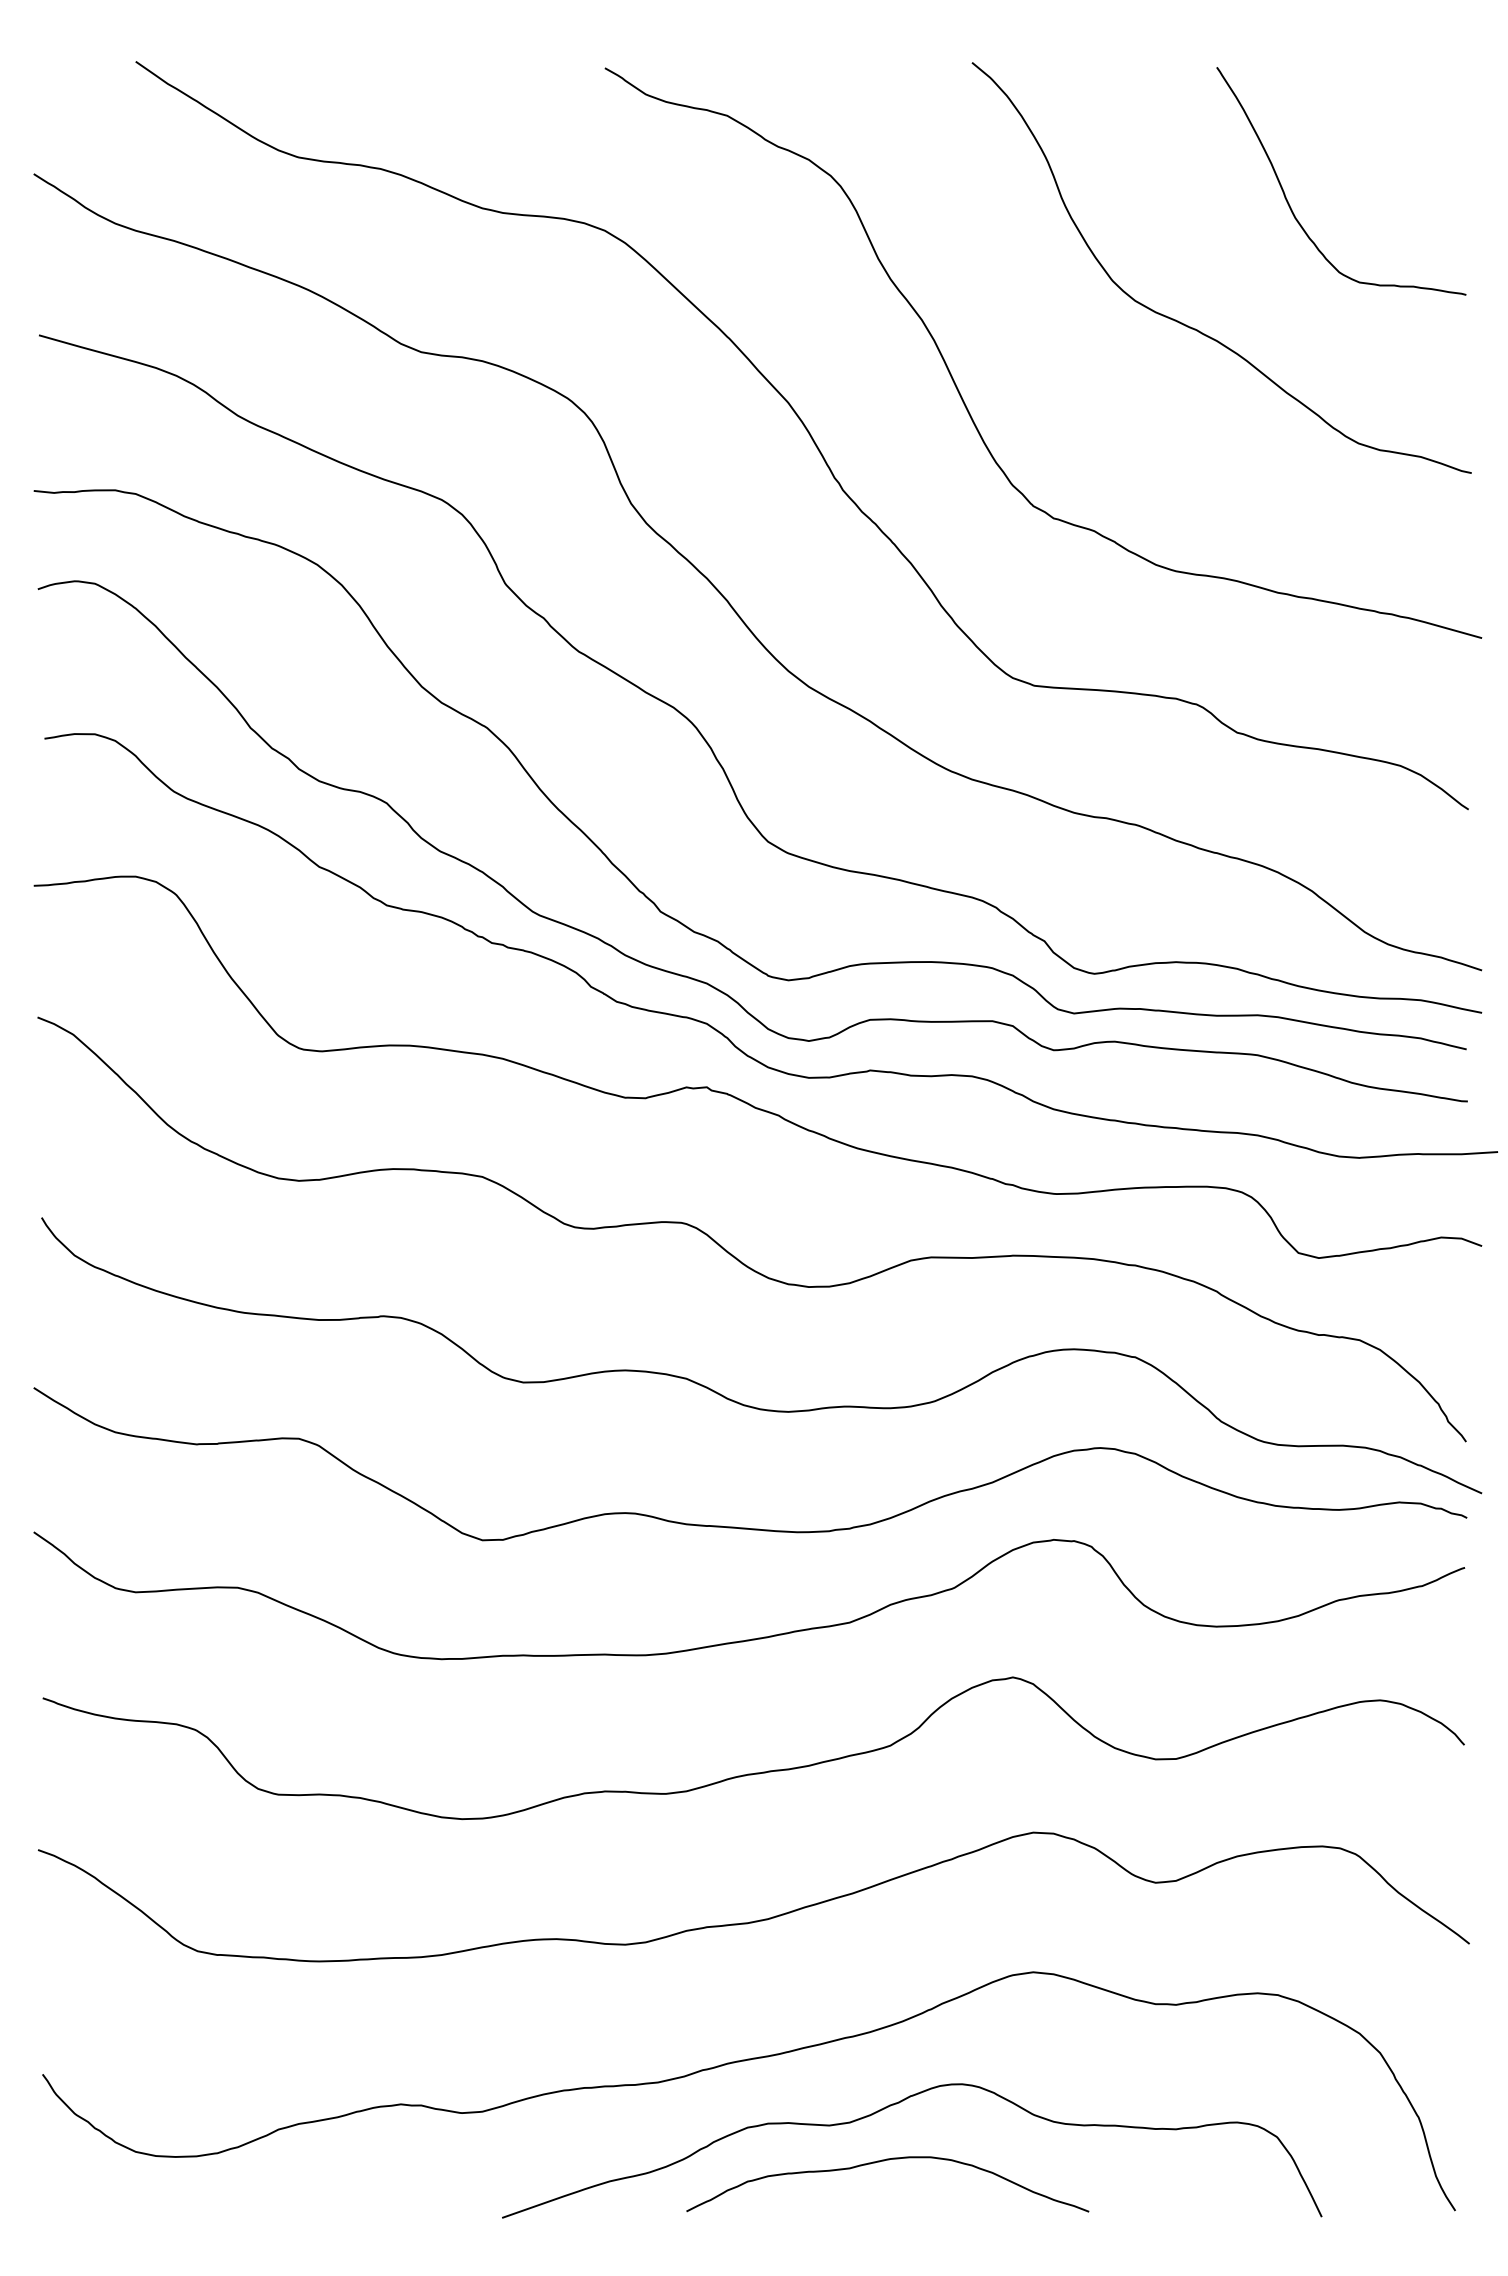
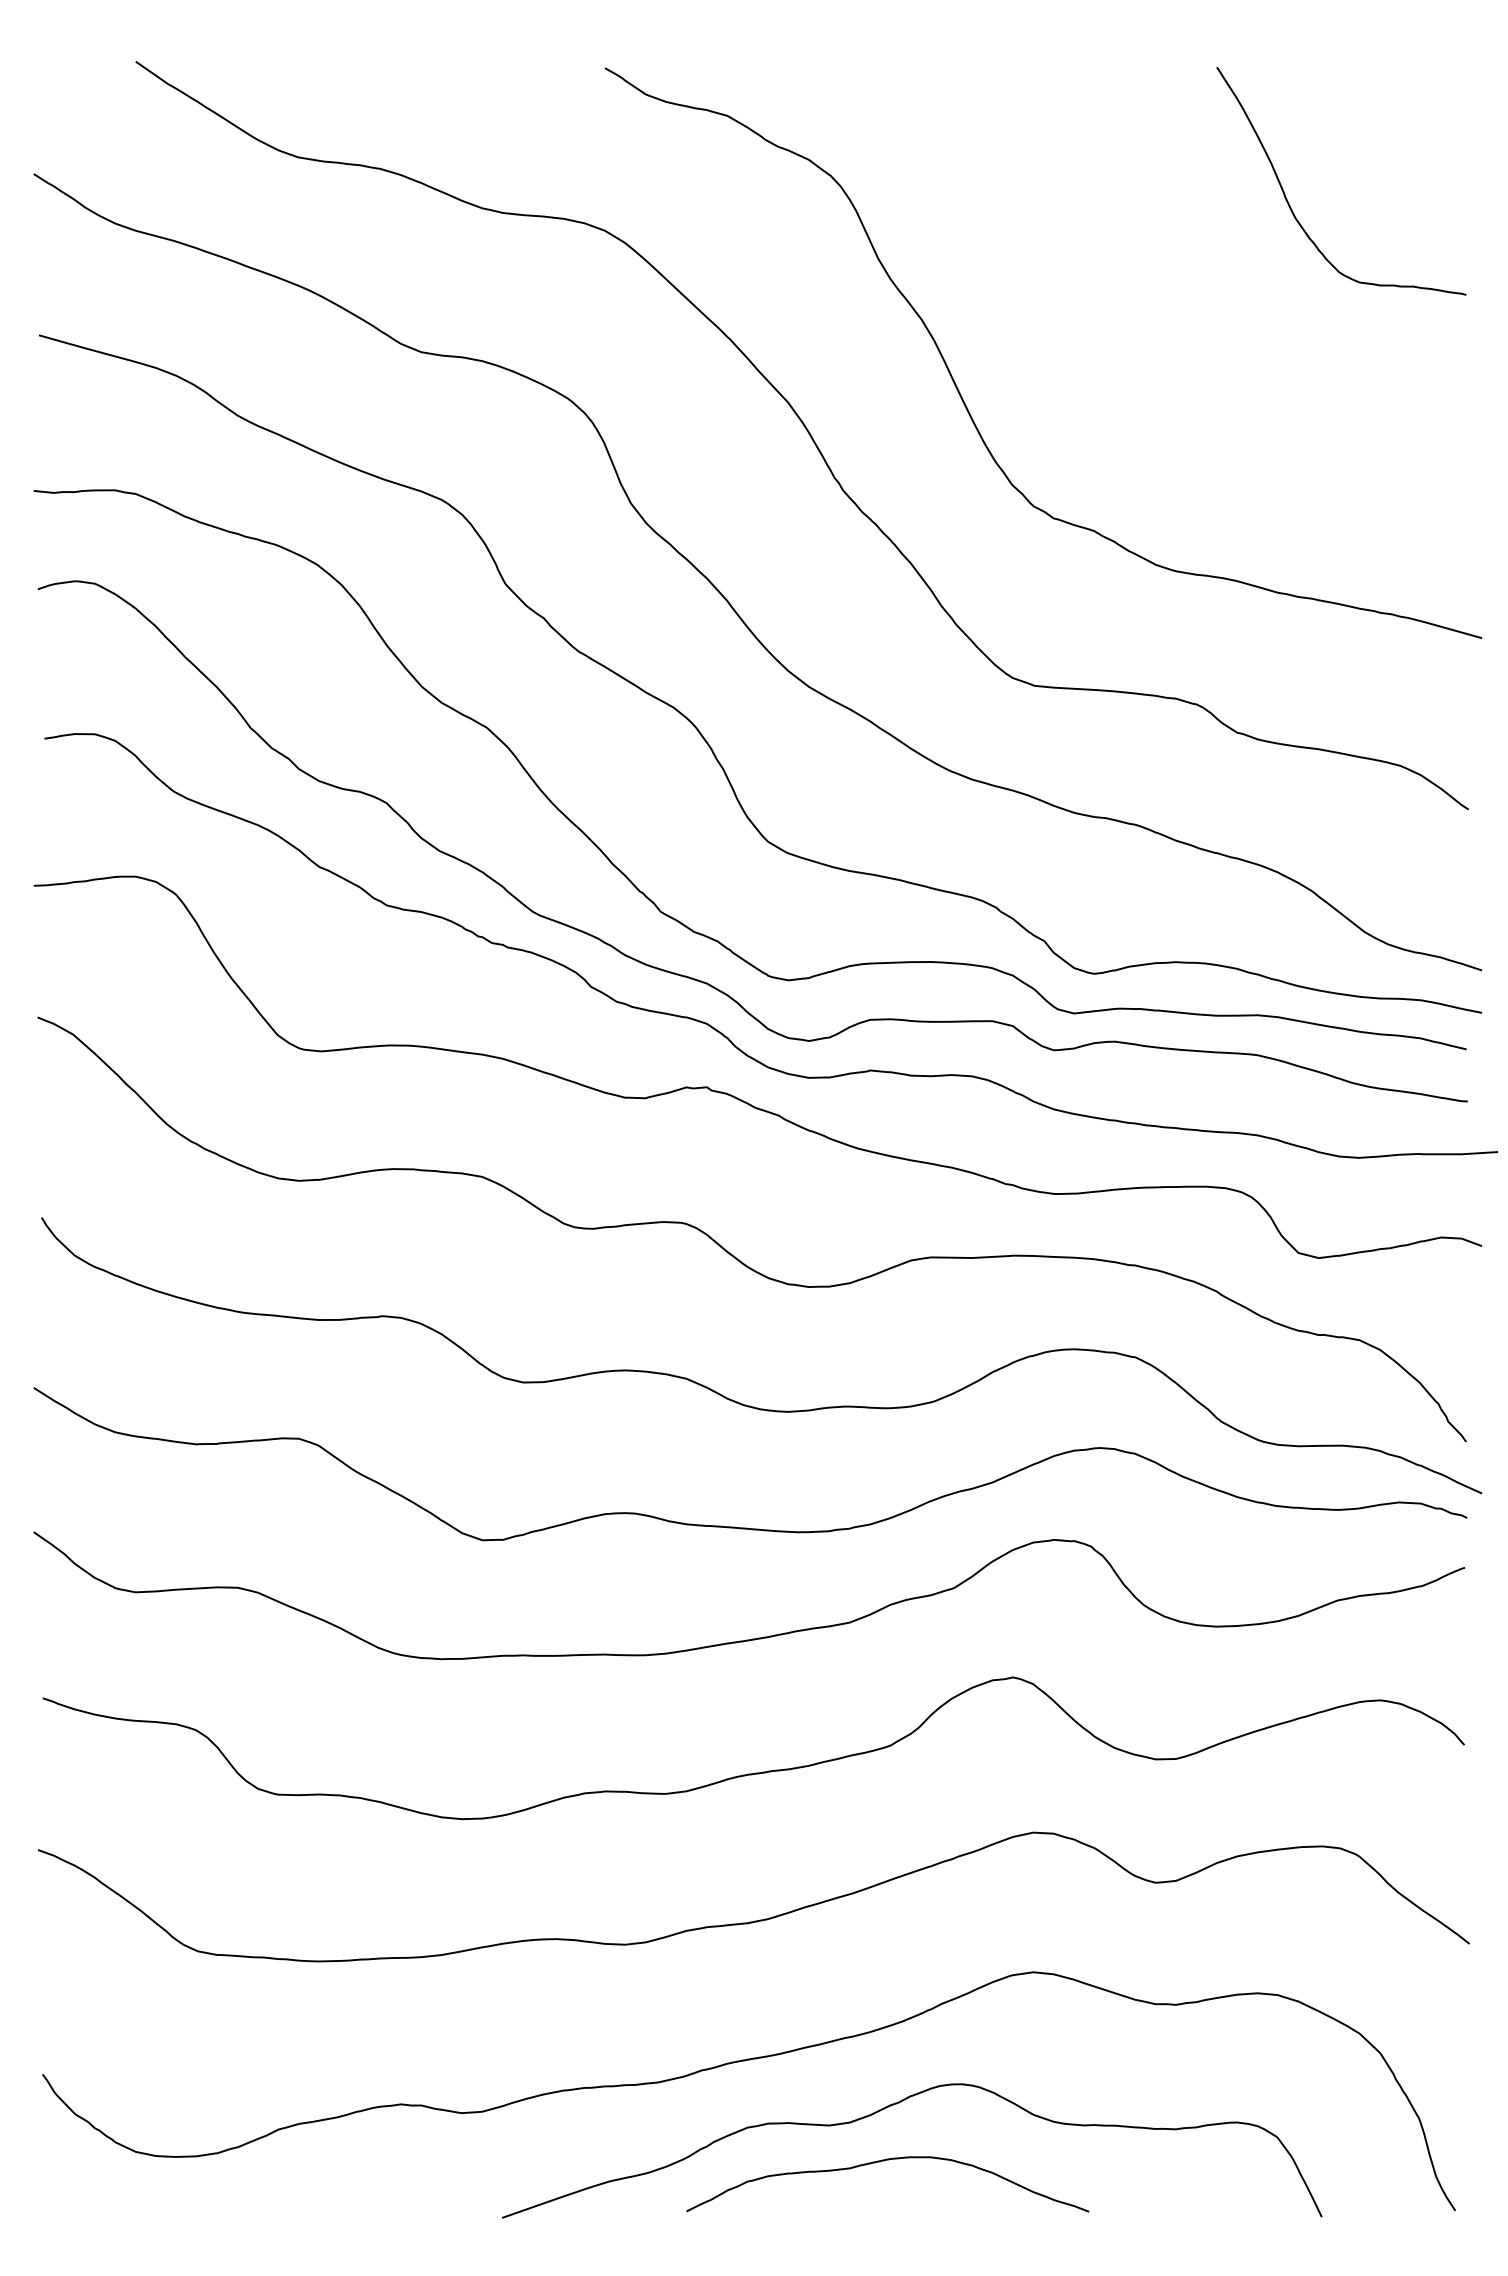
curve at (1193, 327): present -> none
